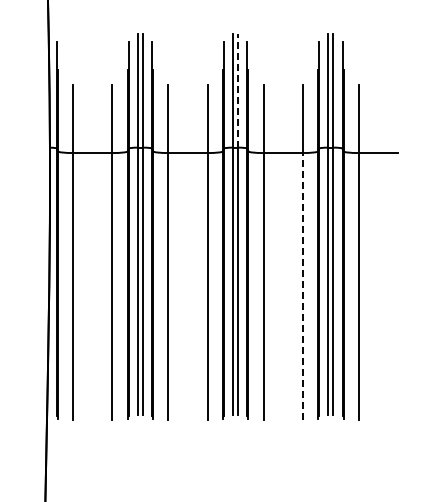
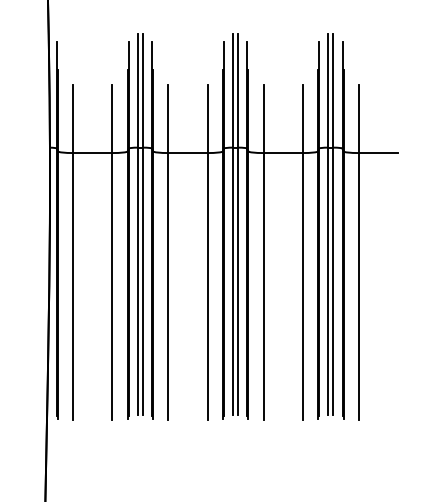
line at (238, 90): dashed -> solid
line at (302, 286): dashed -> solid
